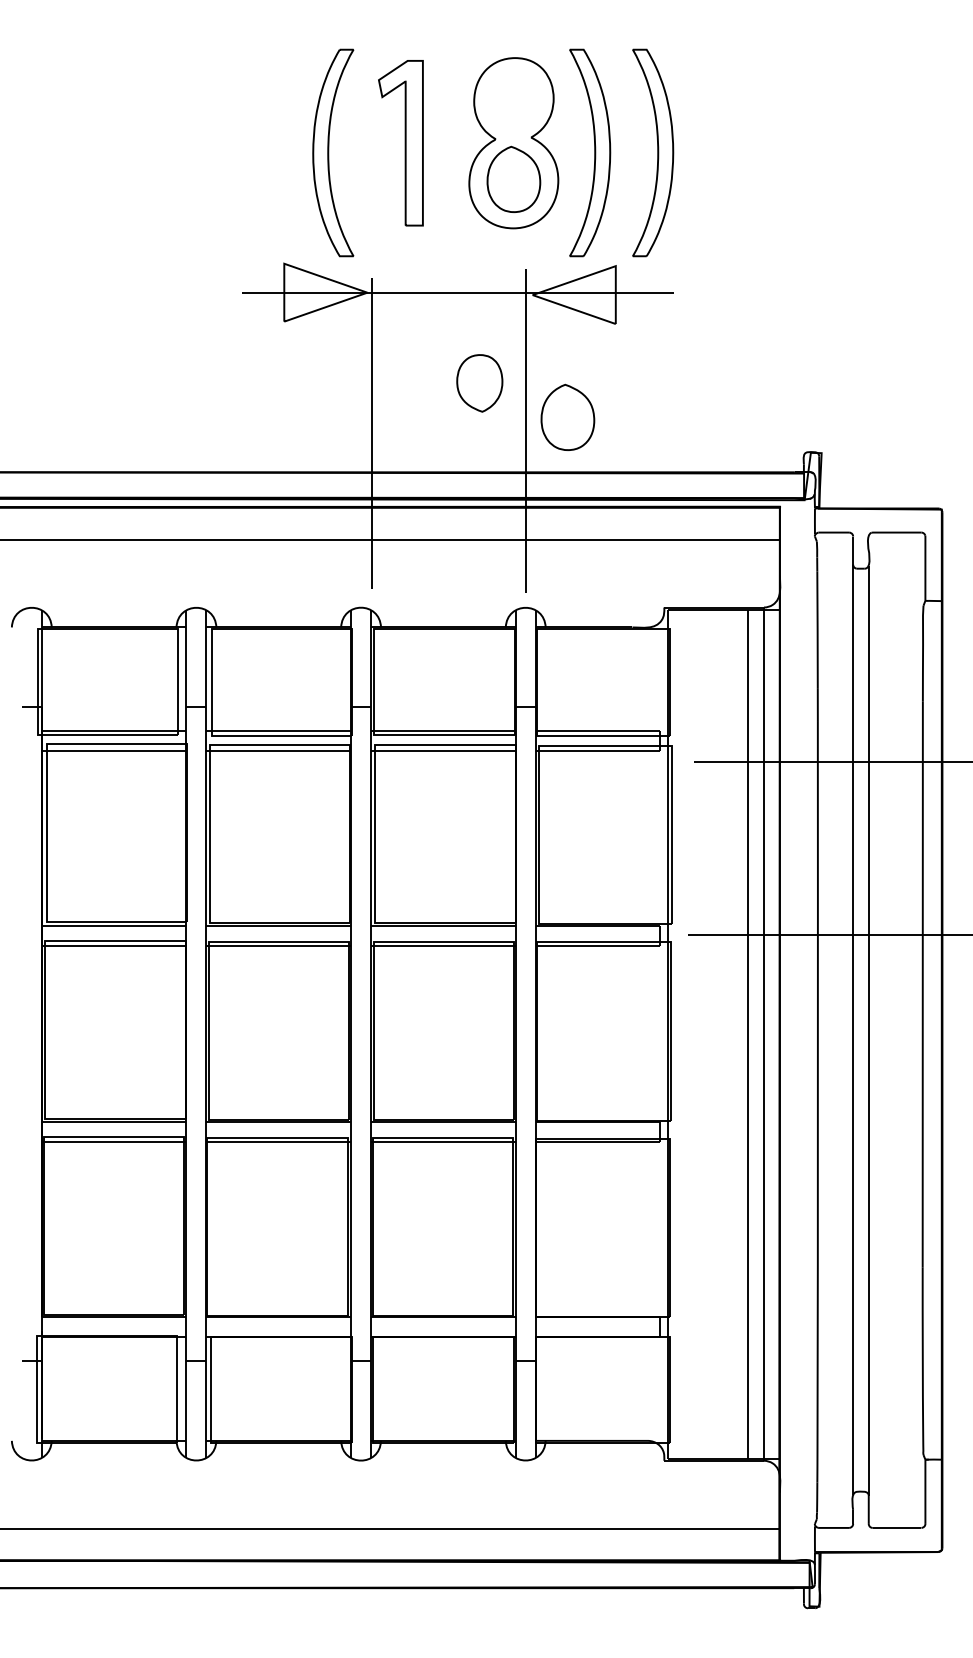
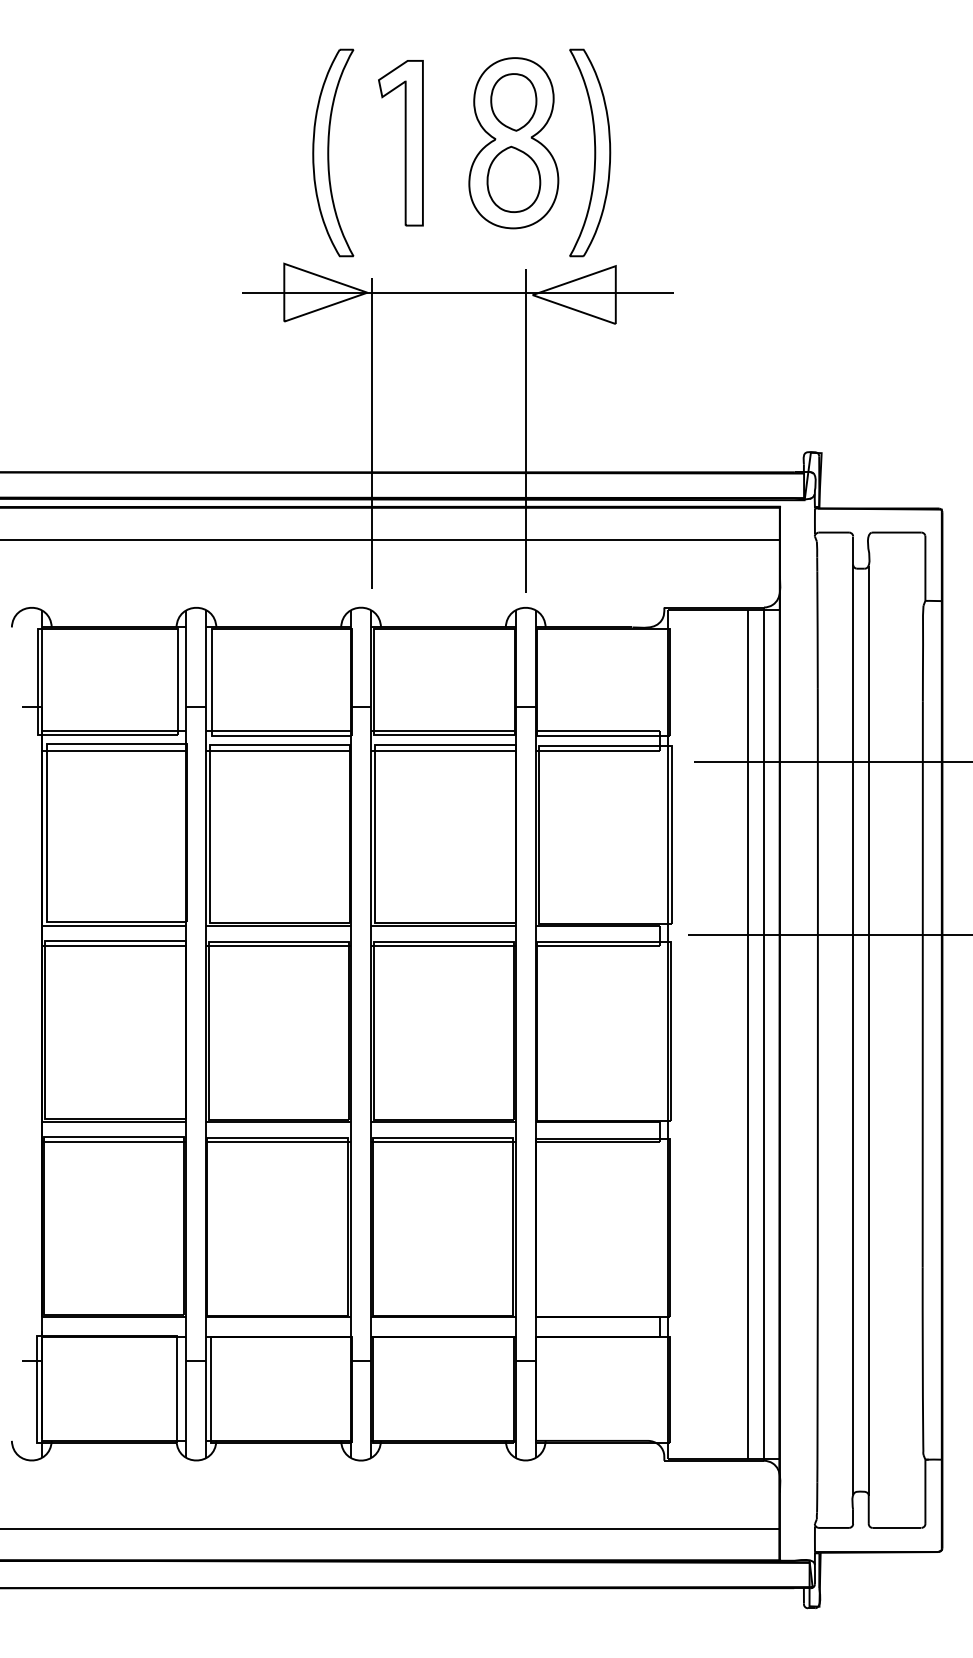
part at (653, 152): present -> none
part at (479, 383) position: (479, 383) -> (513, 102)
part at (567, 416): present -> none
